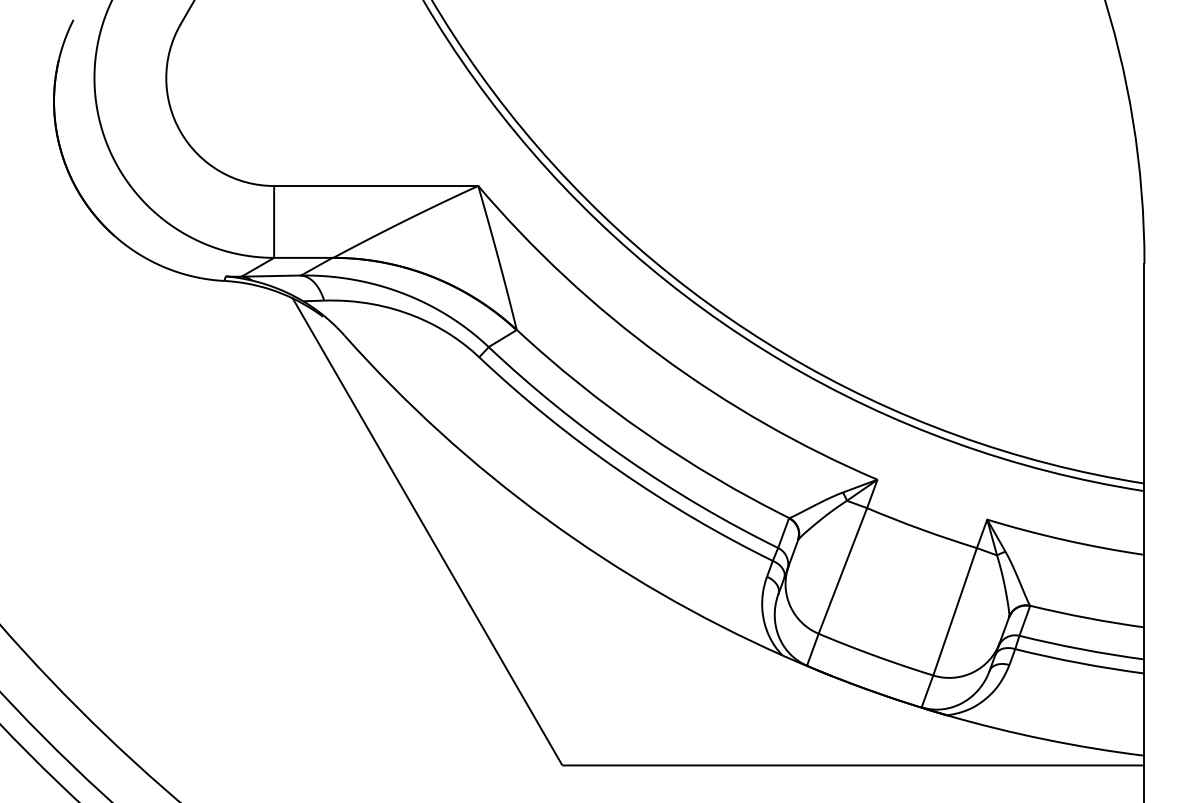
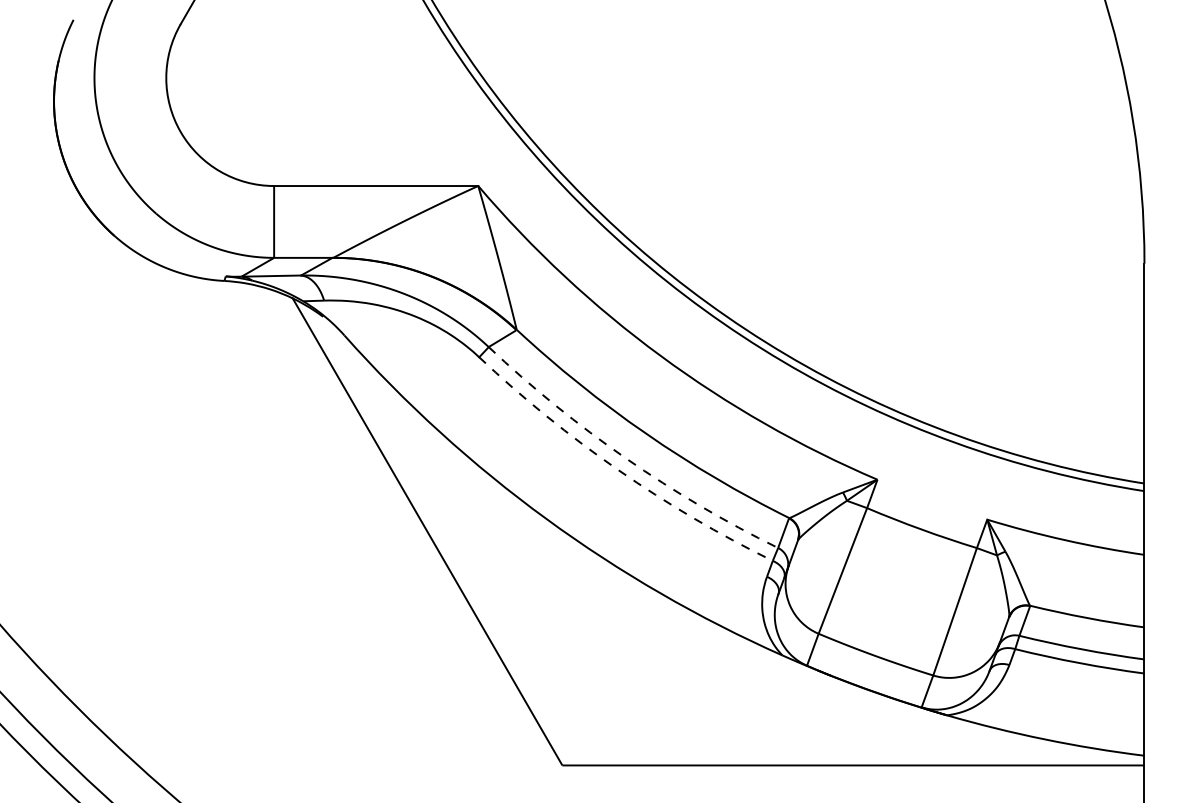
arc at (625, 458): solid -> dashed
arc at (618, 470): solid -> dashed
